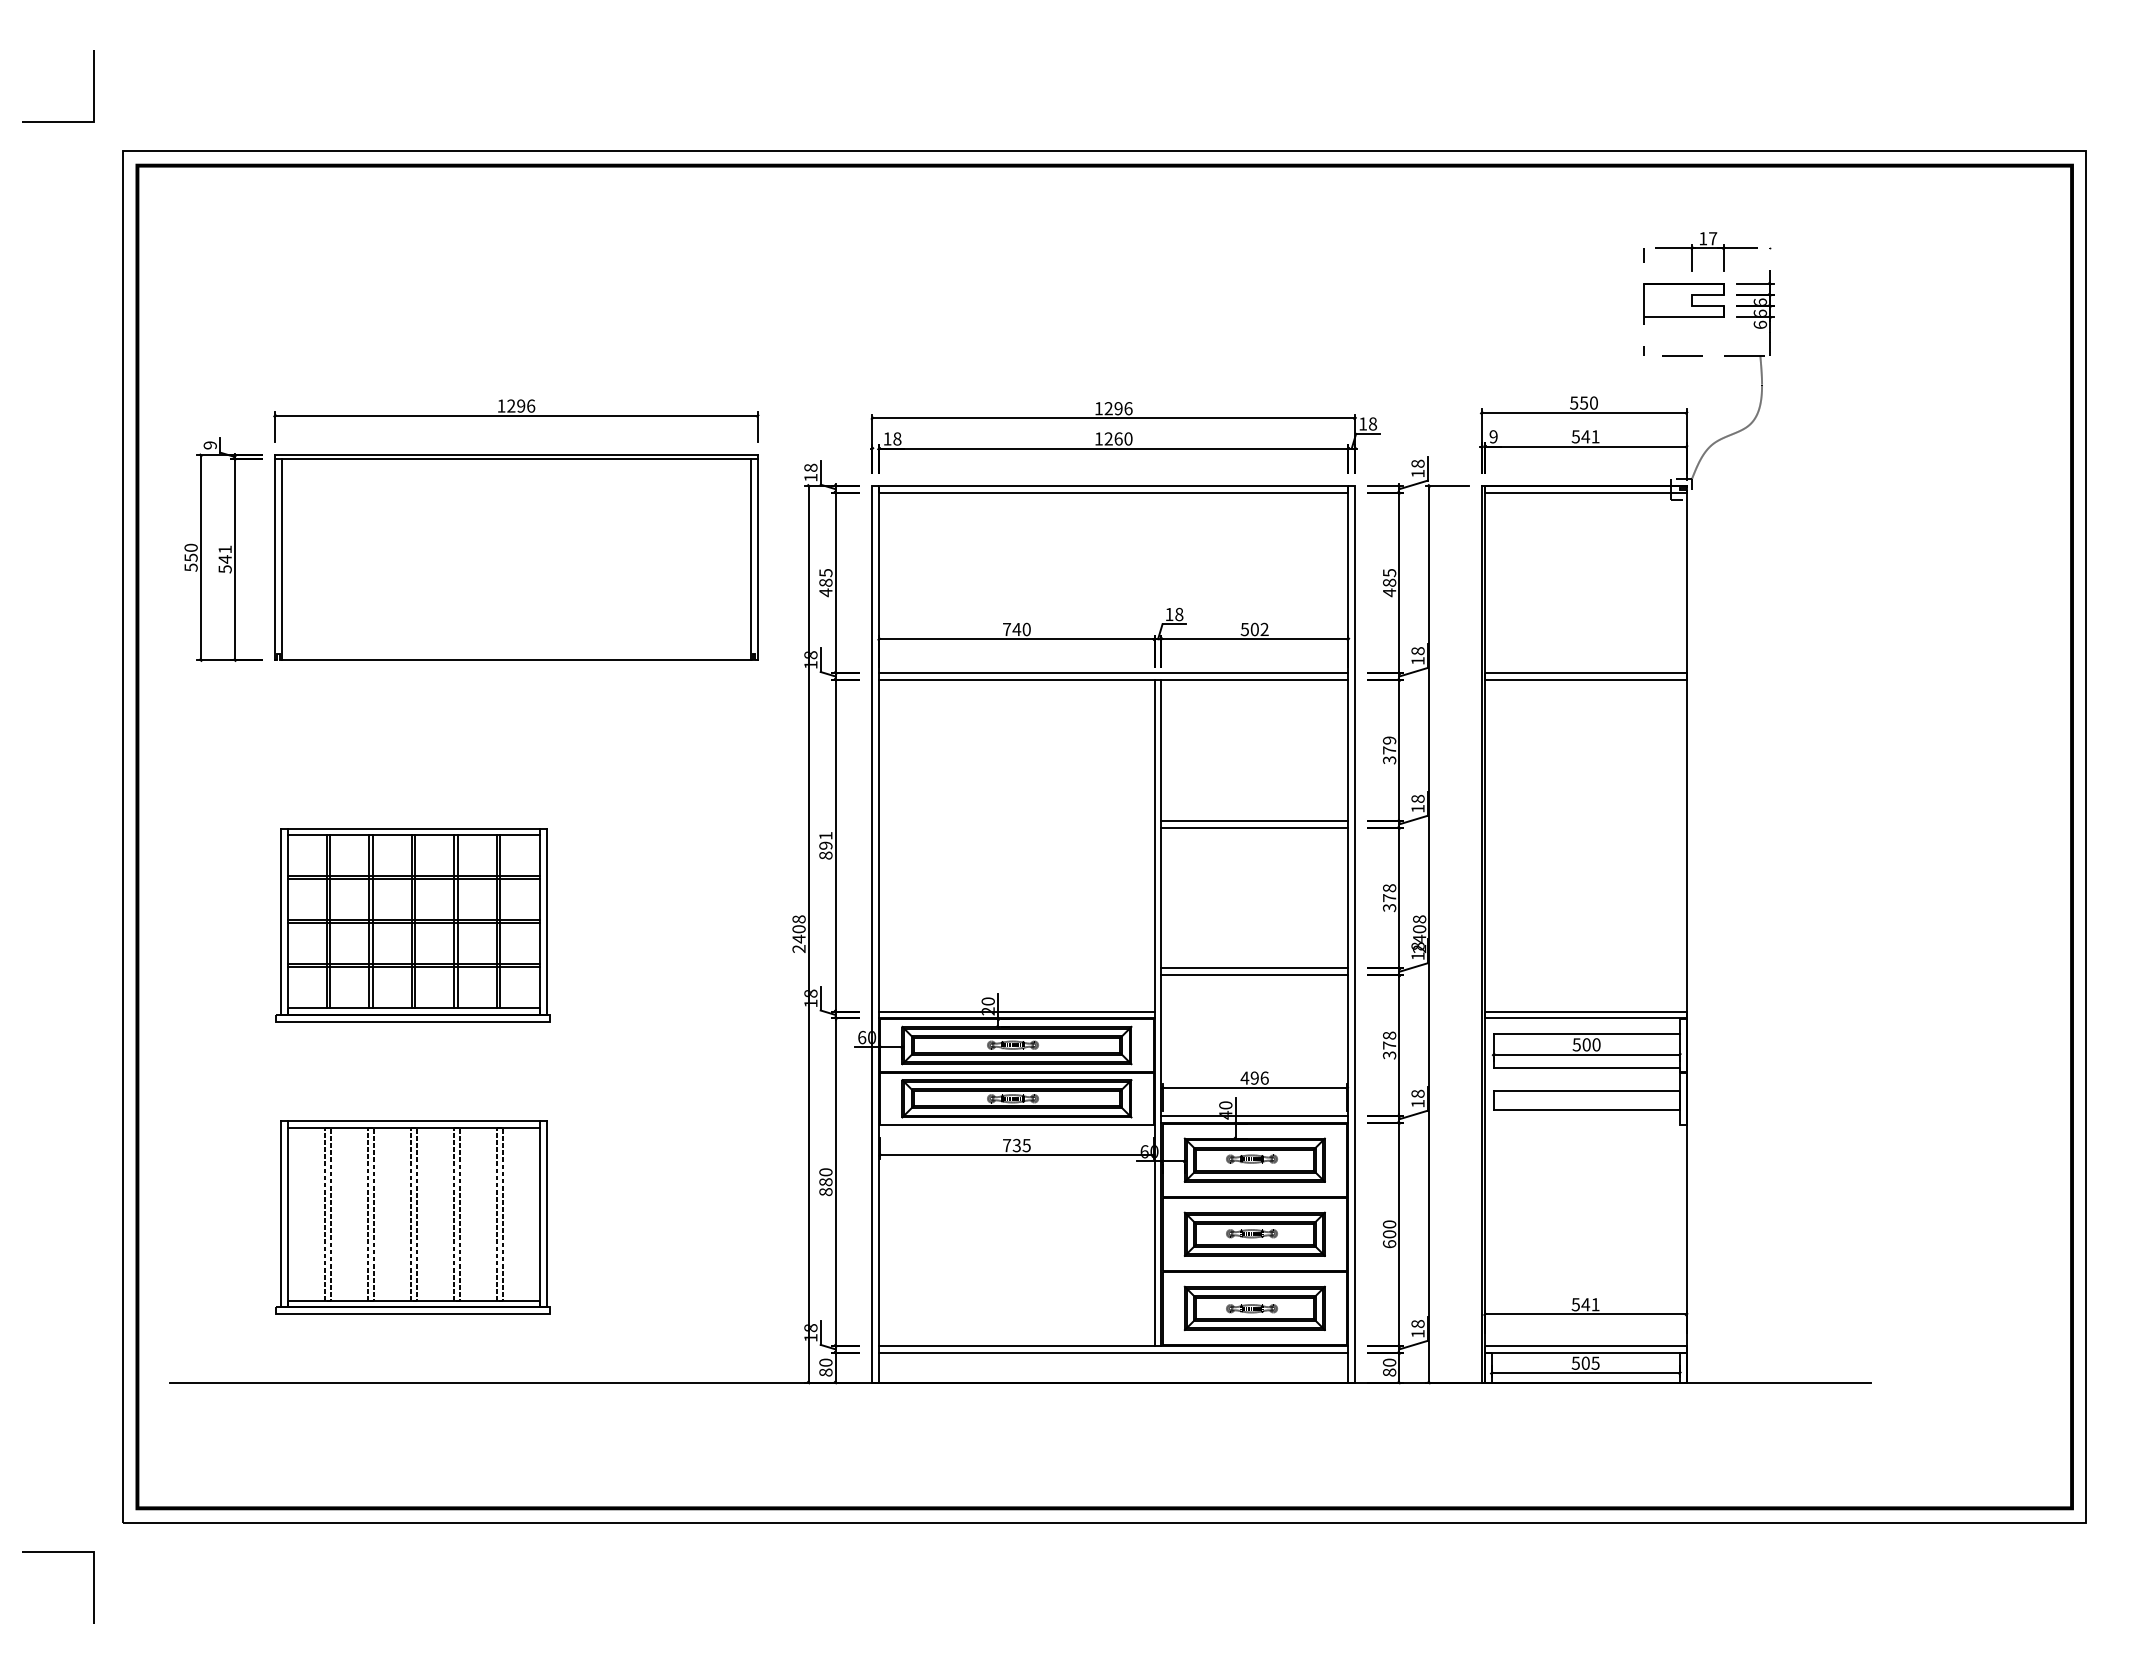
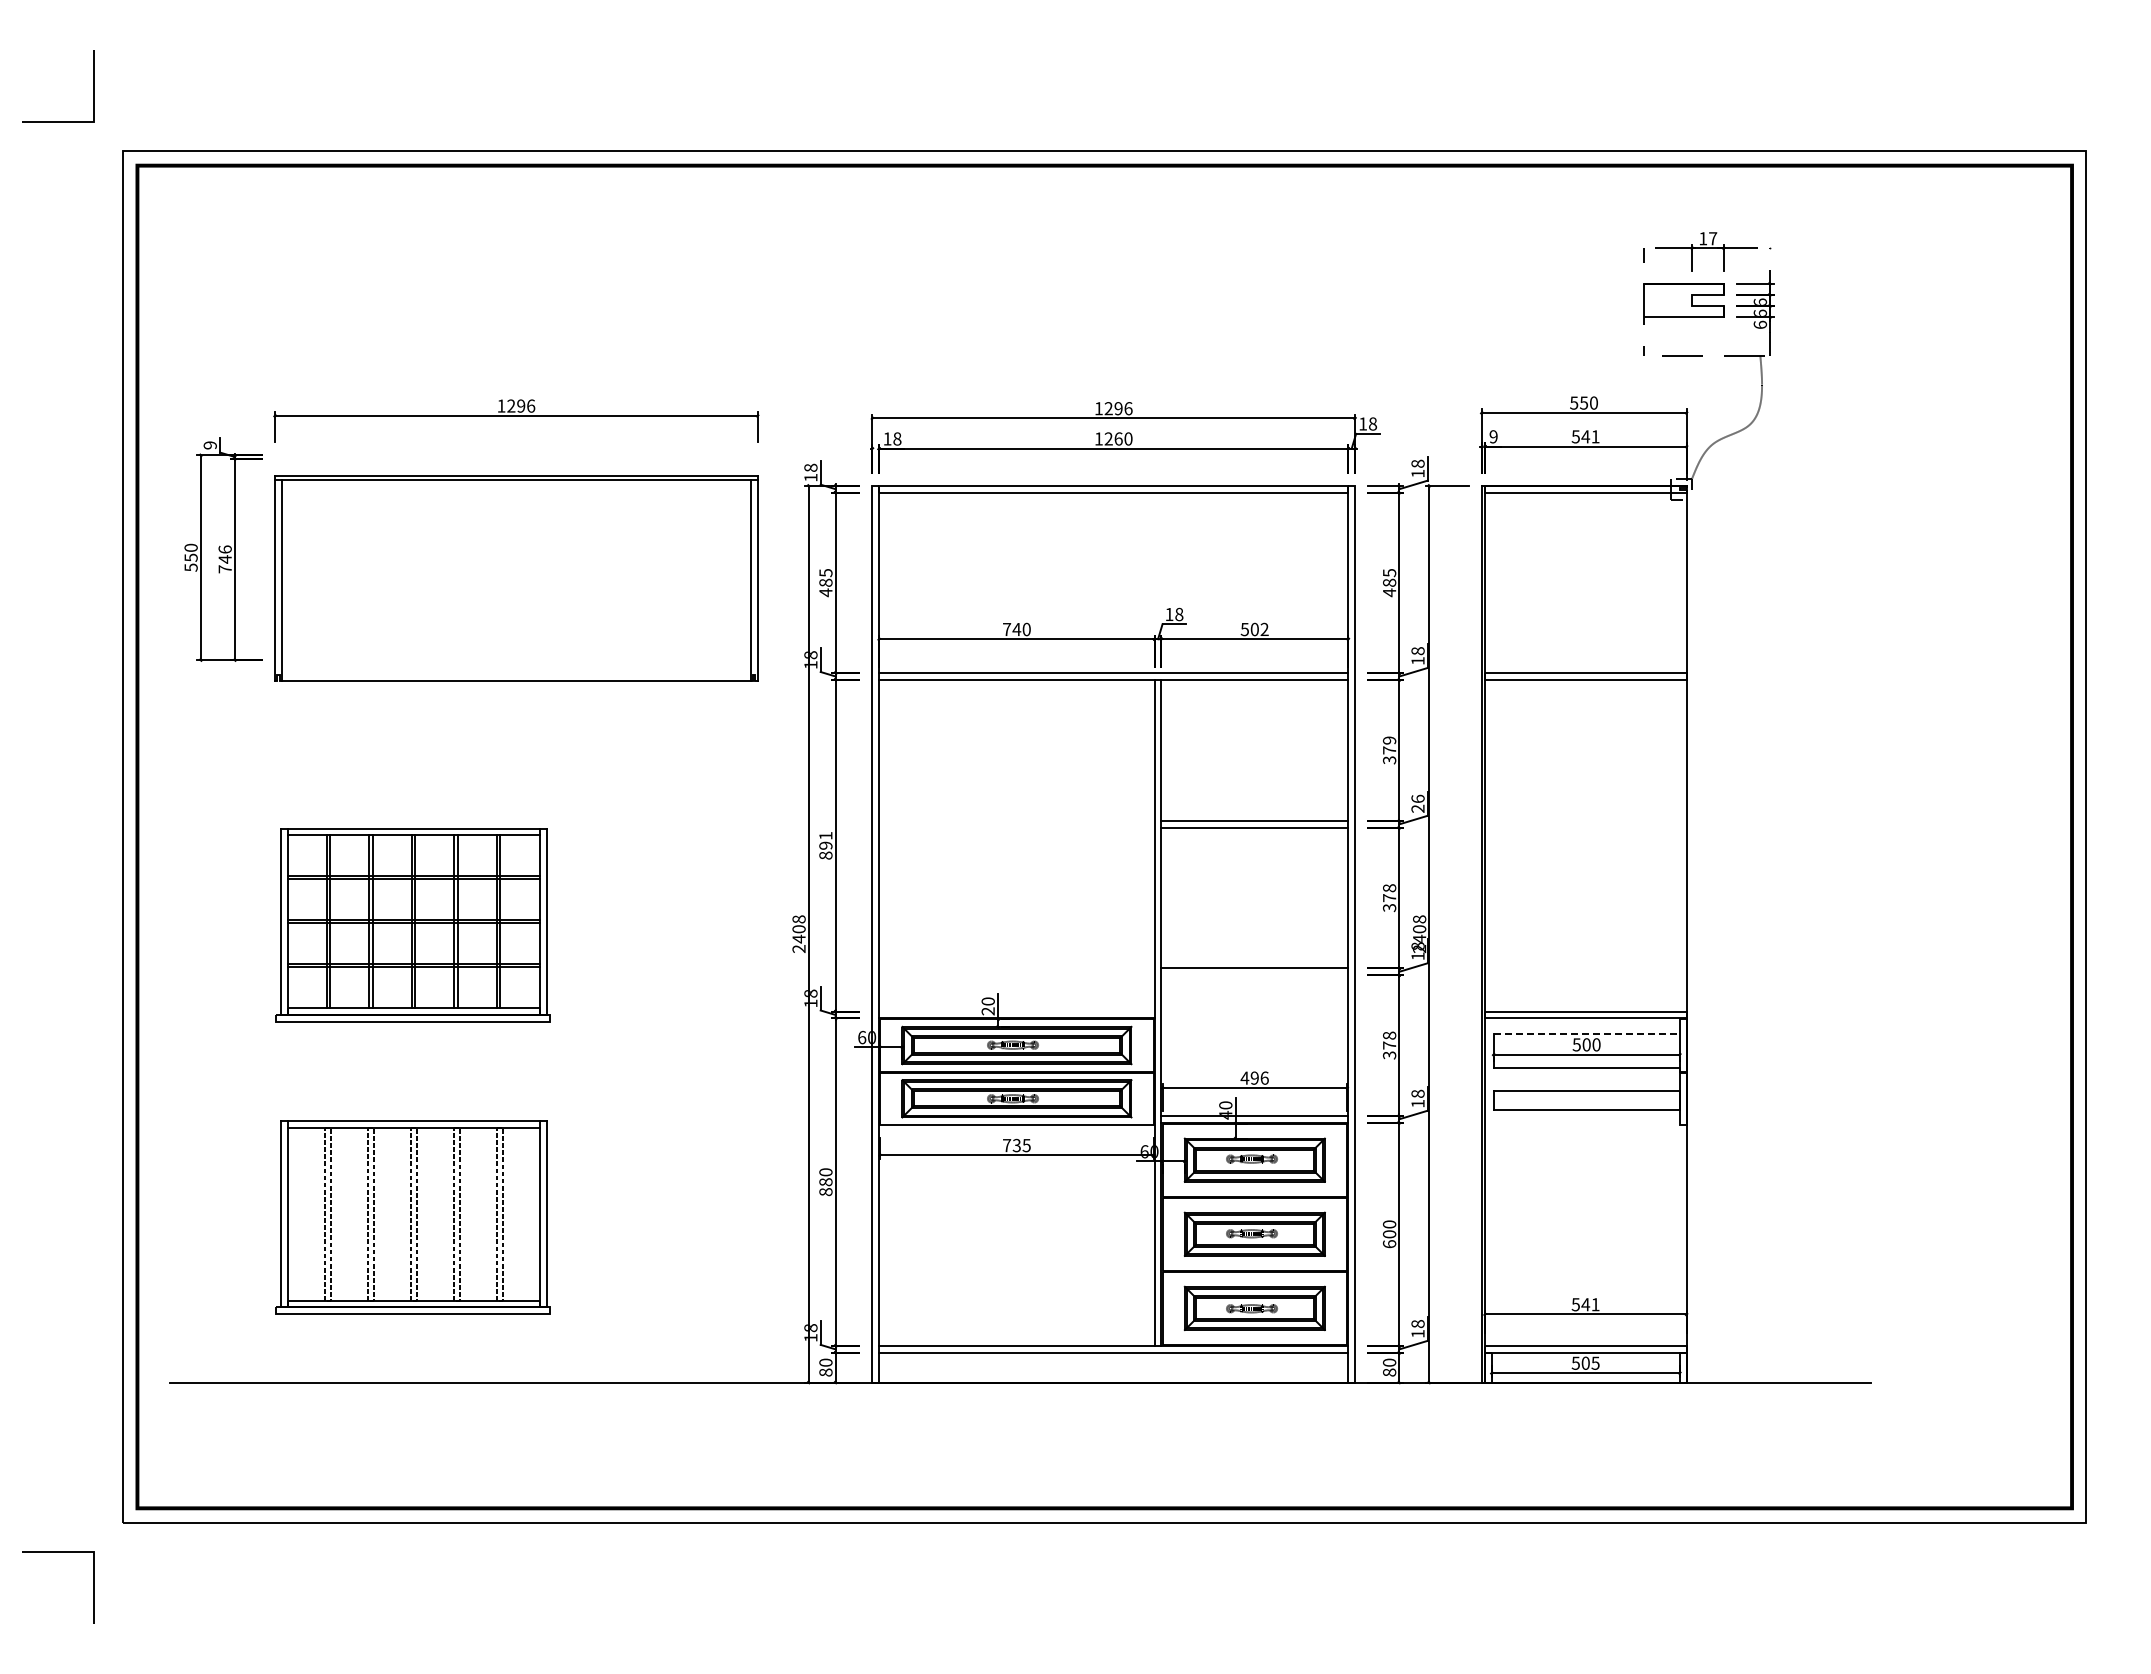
part at (516, 557) position: (516, 557) -> (516, 578)
text at (224, 559): 541 -> 746
text at (1417, 803): 18 -> 26
line at (1254, 975): present -> none
line at (1016, 1011): present -> none
line at (1587, 1034): solid -> dashed
